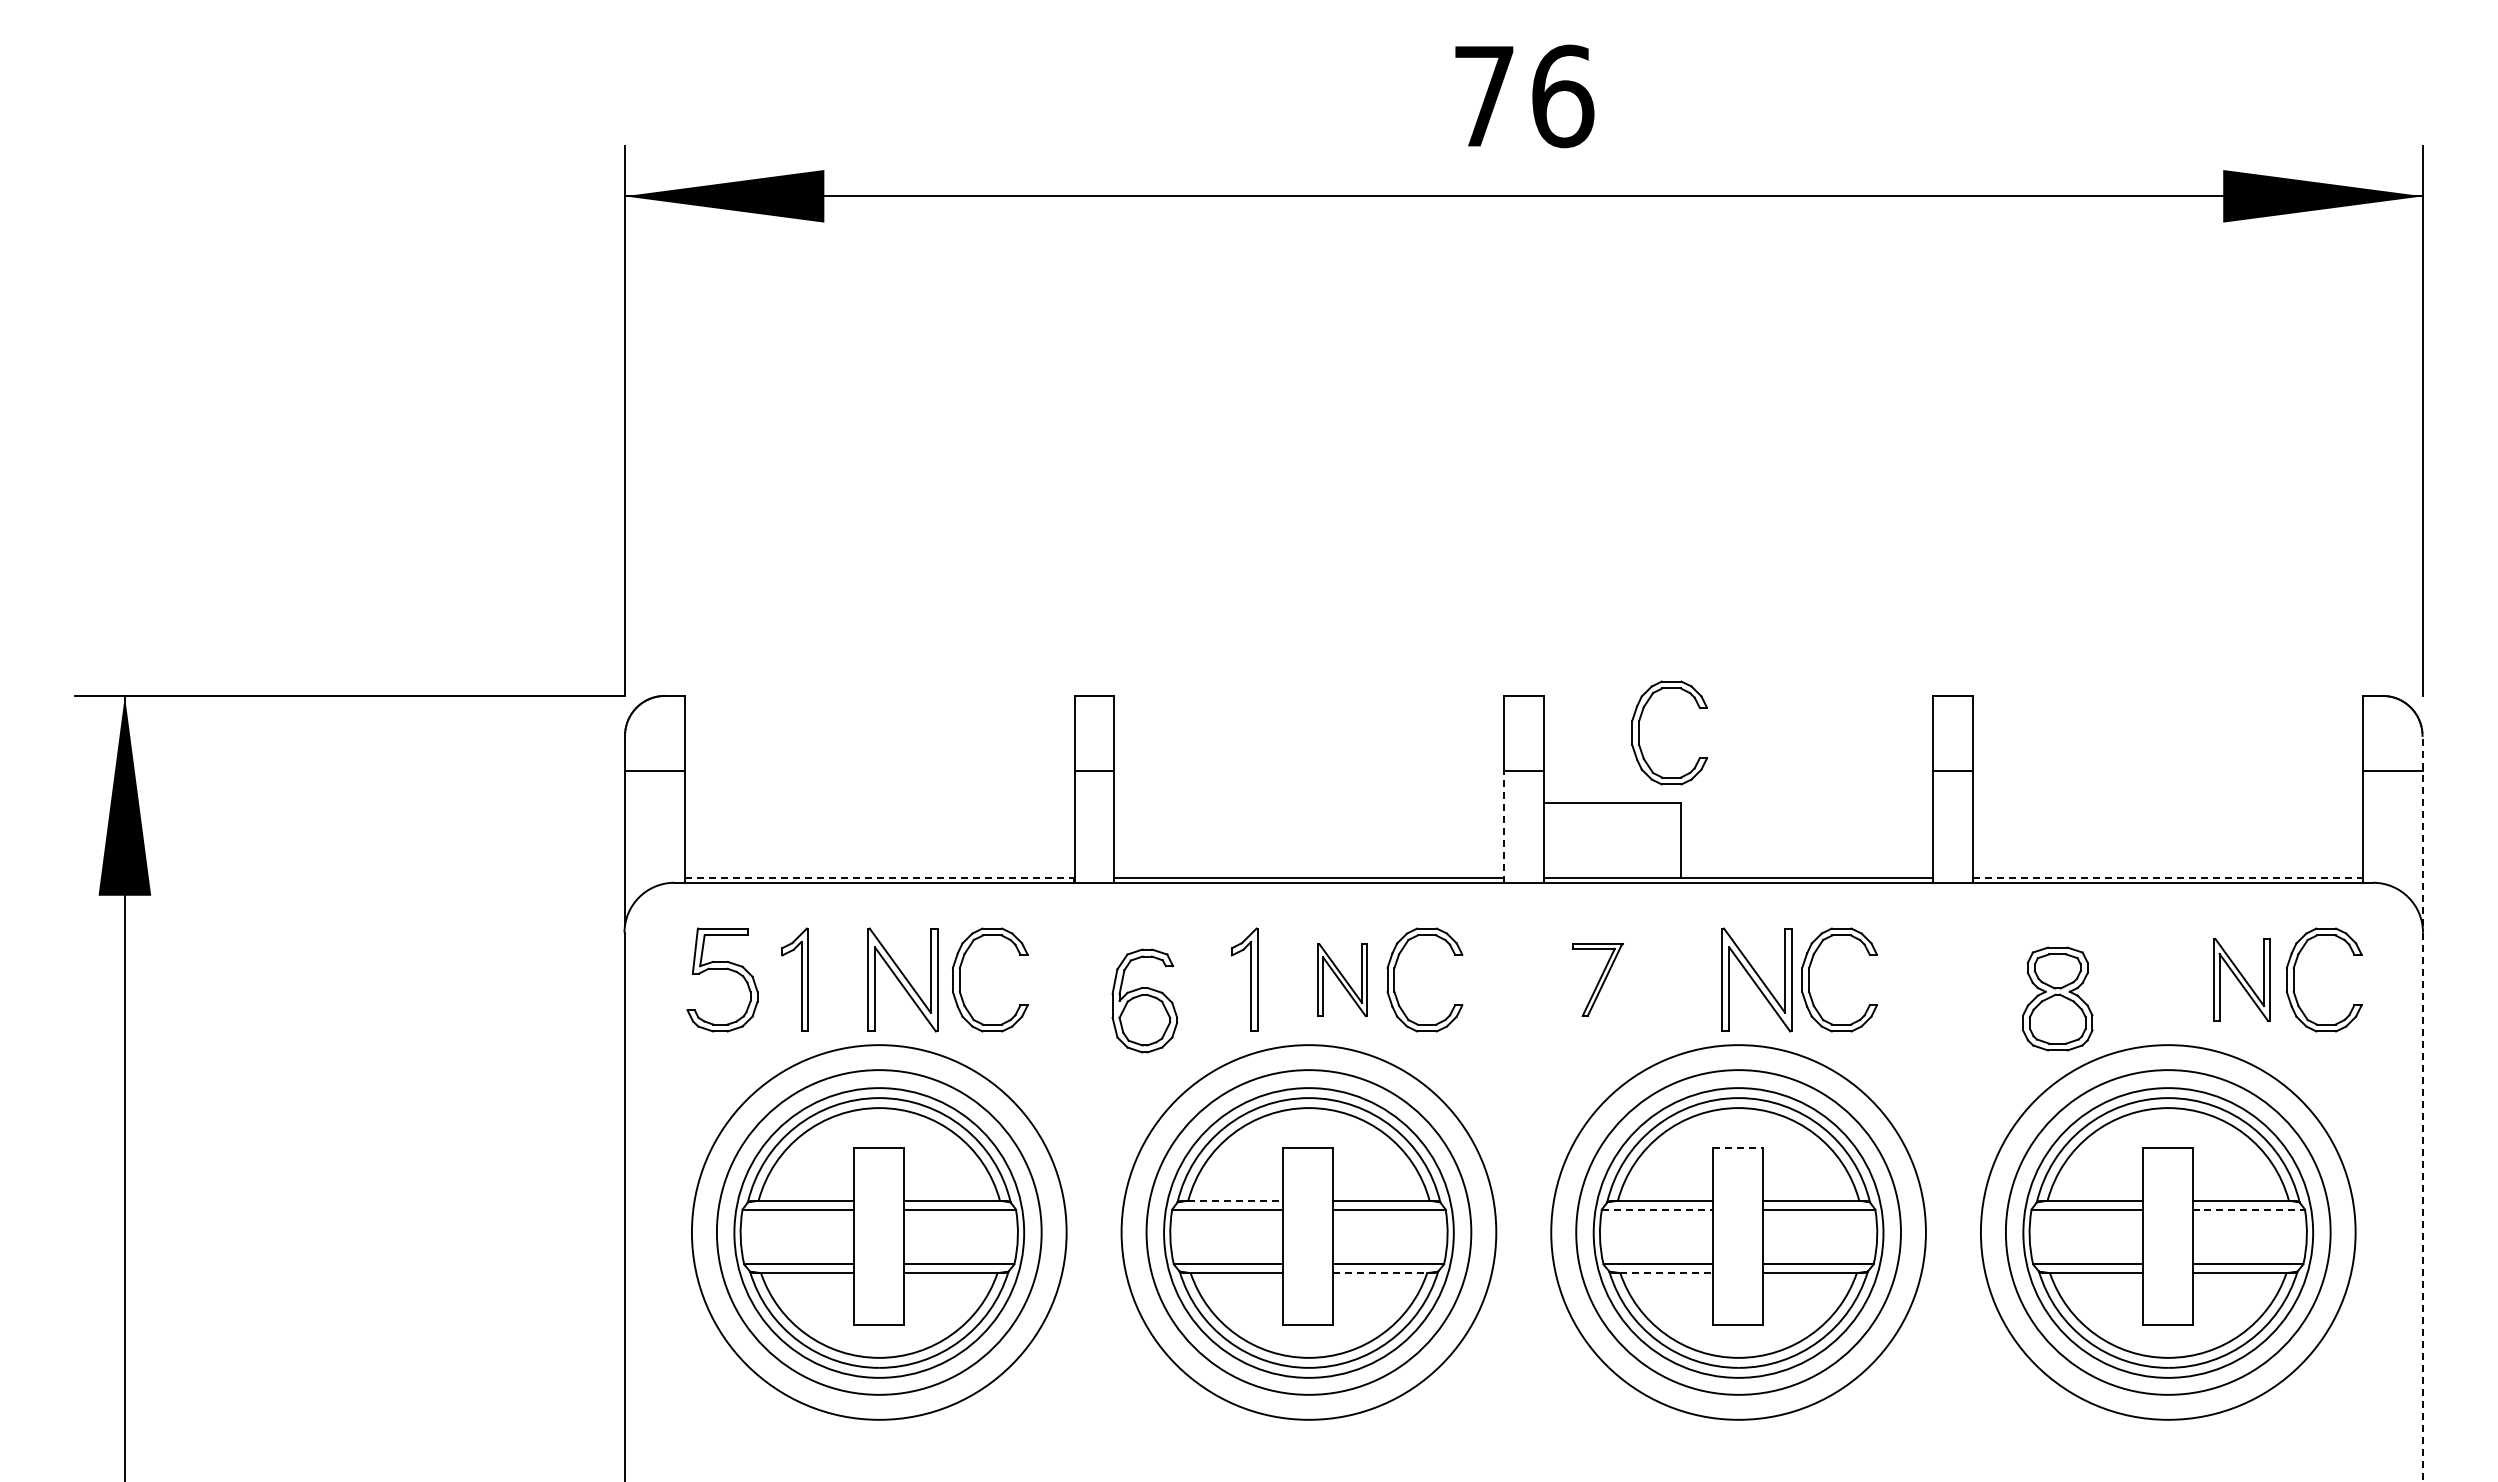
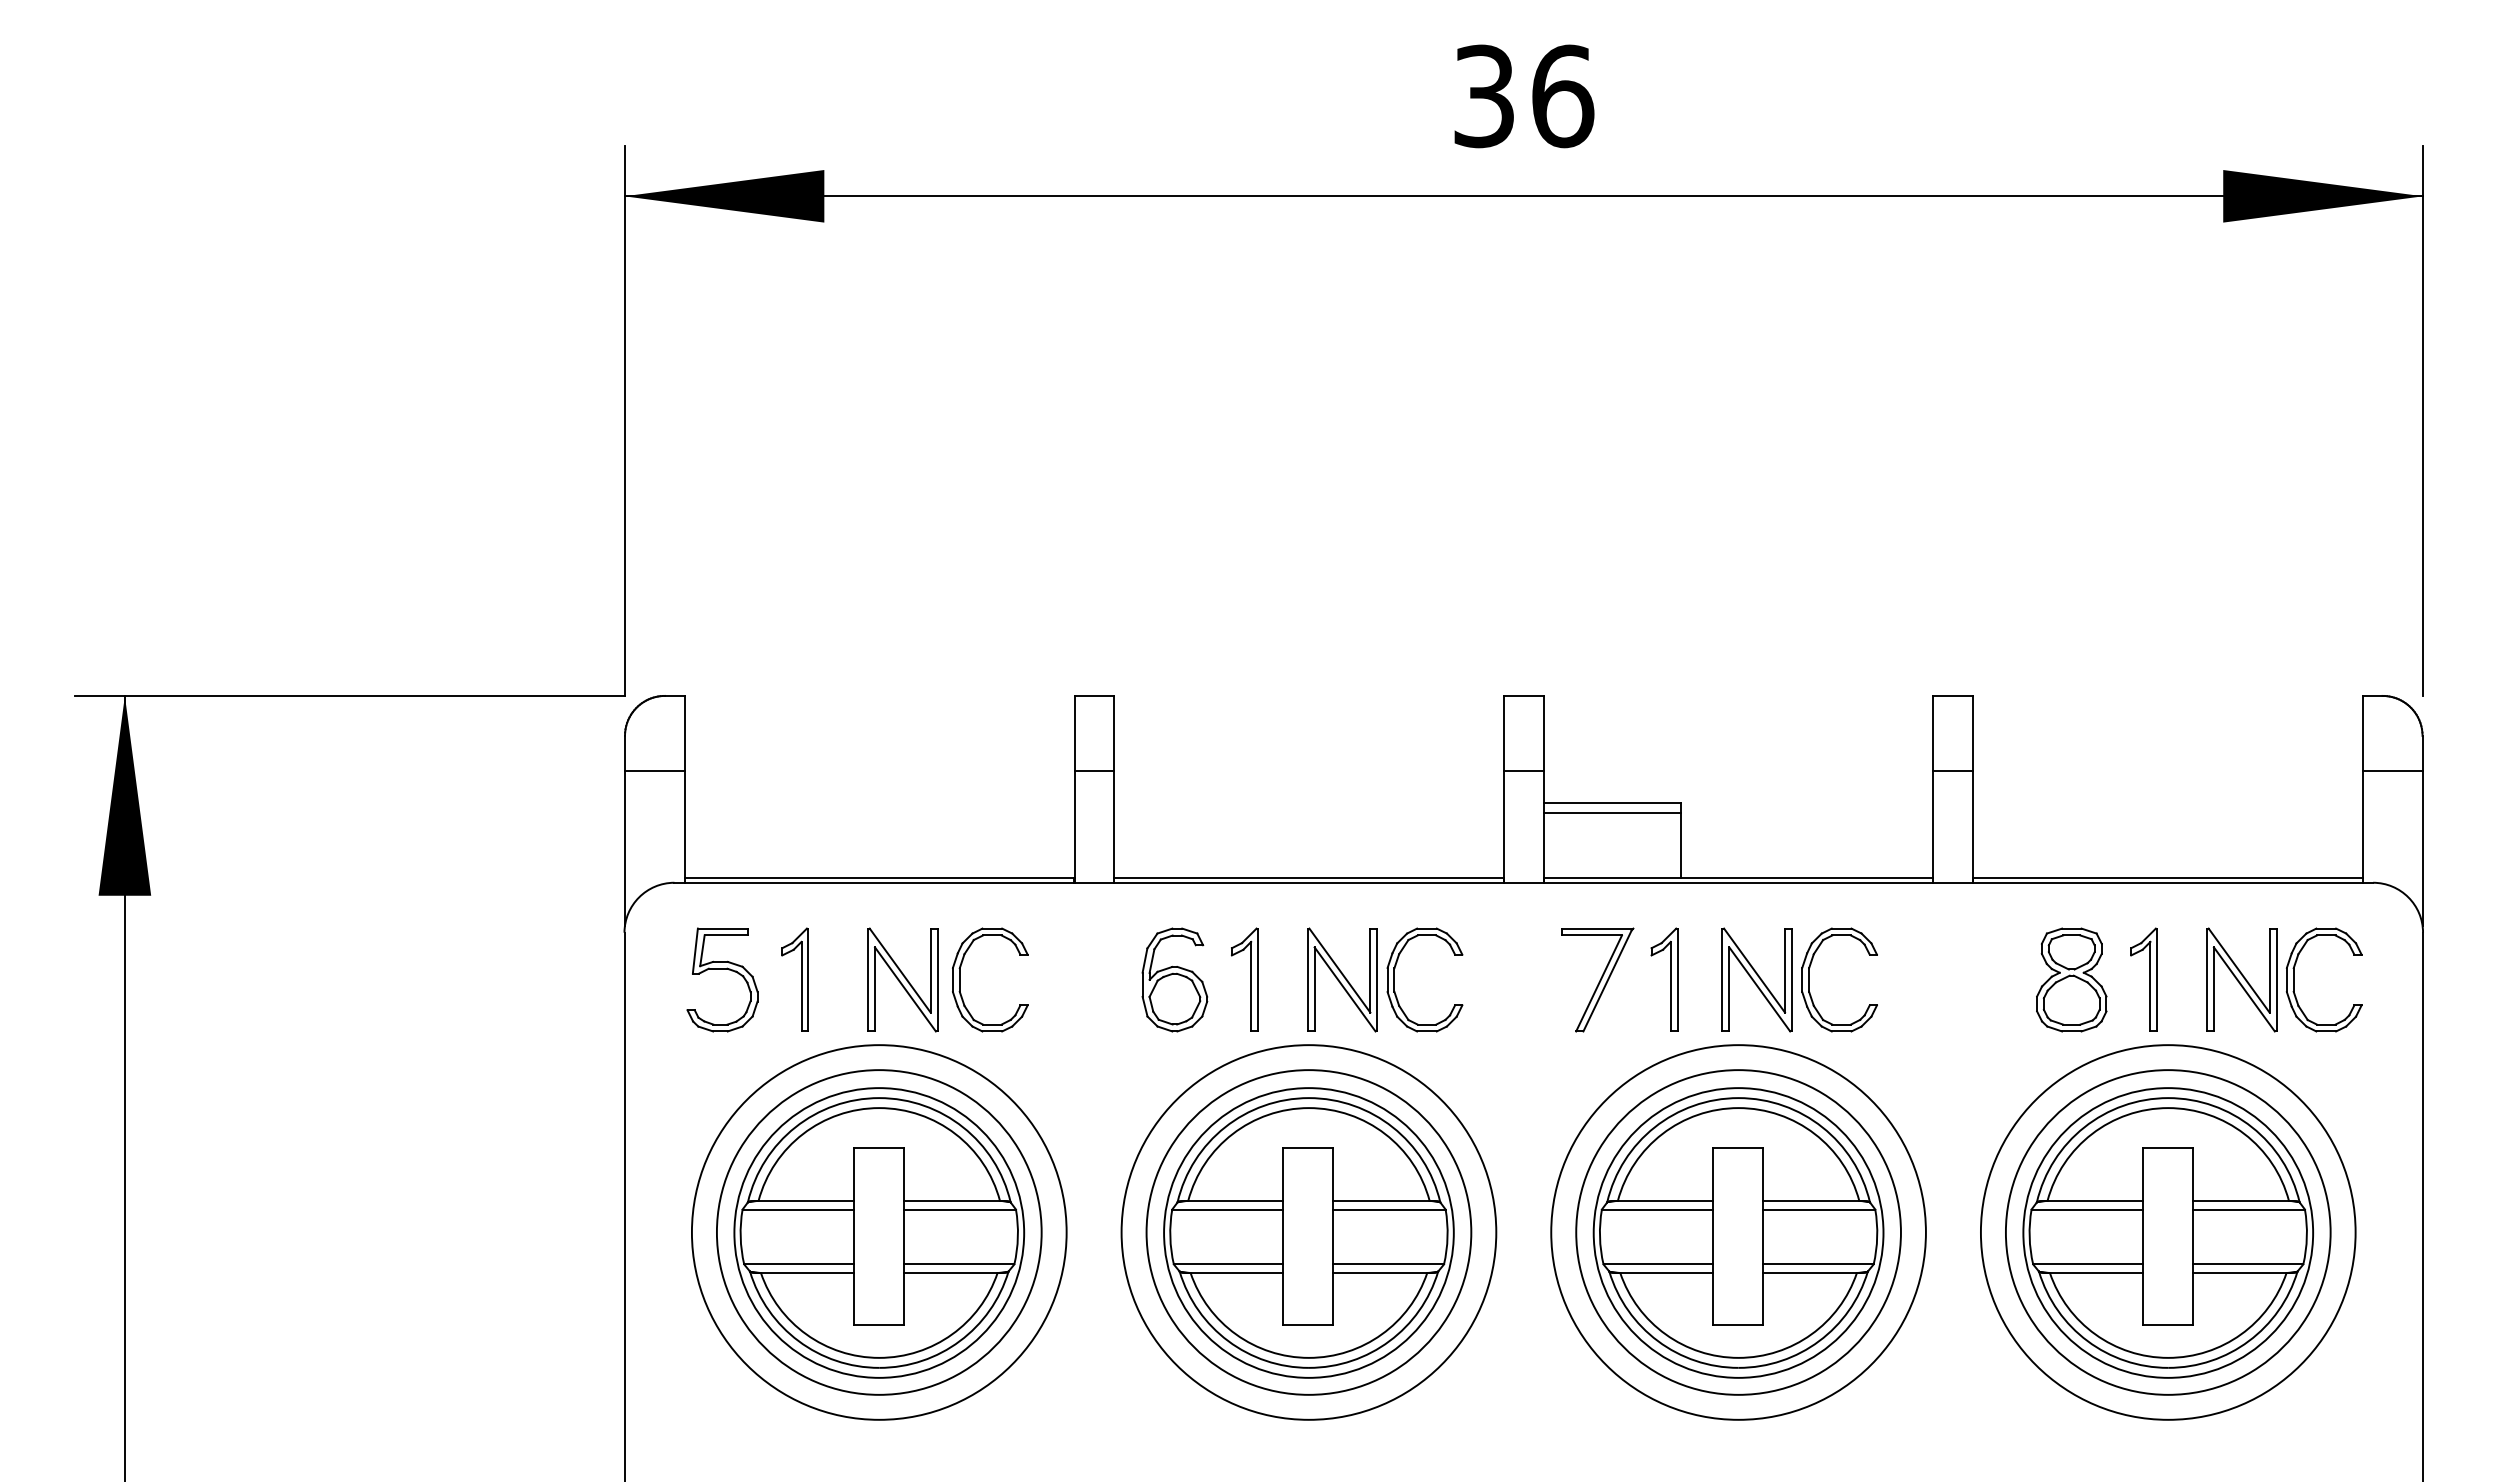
text at (1483, 96): 76 -> 36
part at (1639, 732): present -> none
line at (1612, 813): none -> present
line at (1503, 826): dashed -> solid
line at (2422, 830): dashed -> solid
line at (879, 878): dashed -> solid
line at (2168, 878): dashed -> solid
part at (1597, 979) size: 52x74 px -> 74x106 px
part at (1664, 979): none -> present
part at (2143, 979): none -> present
part at (2241, 979) size: 58x86 px -> 72x106 px
part at (1342, 980) size: 51x75 px -> 71x106 px
part at (2057, 998) position: (2057, 998) -> (2071, 979)
part at (1144, 1000) position: (1144, 1000) -> (1174, 979)
line at (1737, 1148): dashed -> solid
line at (1235, 1201): dashed -> solid
line at (2423, 1206): dashed -> solid
line at (1657, 1209): dashed -> solid
line at (2249, 1209): dashed -> solid
line at (1380, 1272): dashed -> solid
line at (1667, 1272): dashed -> solid
